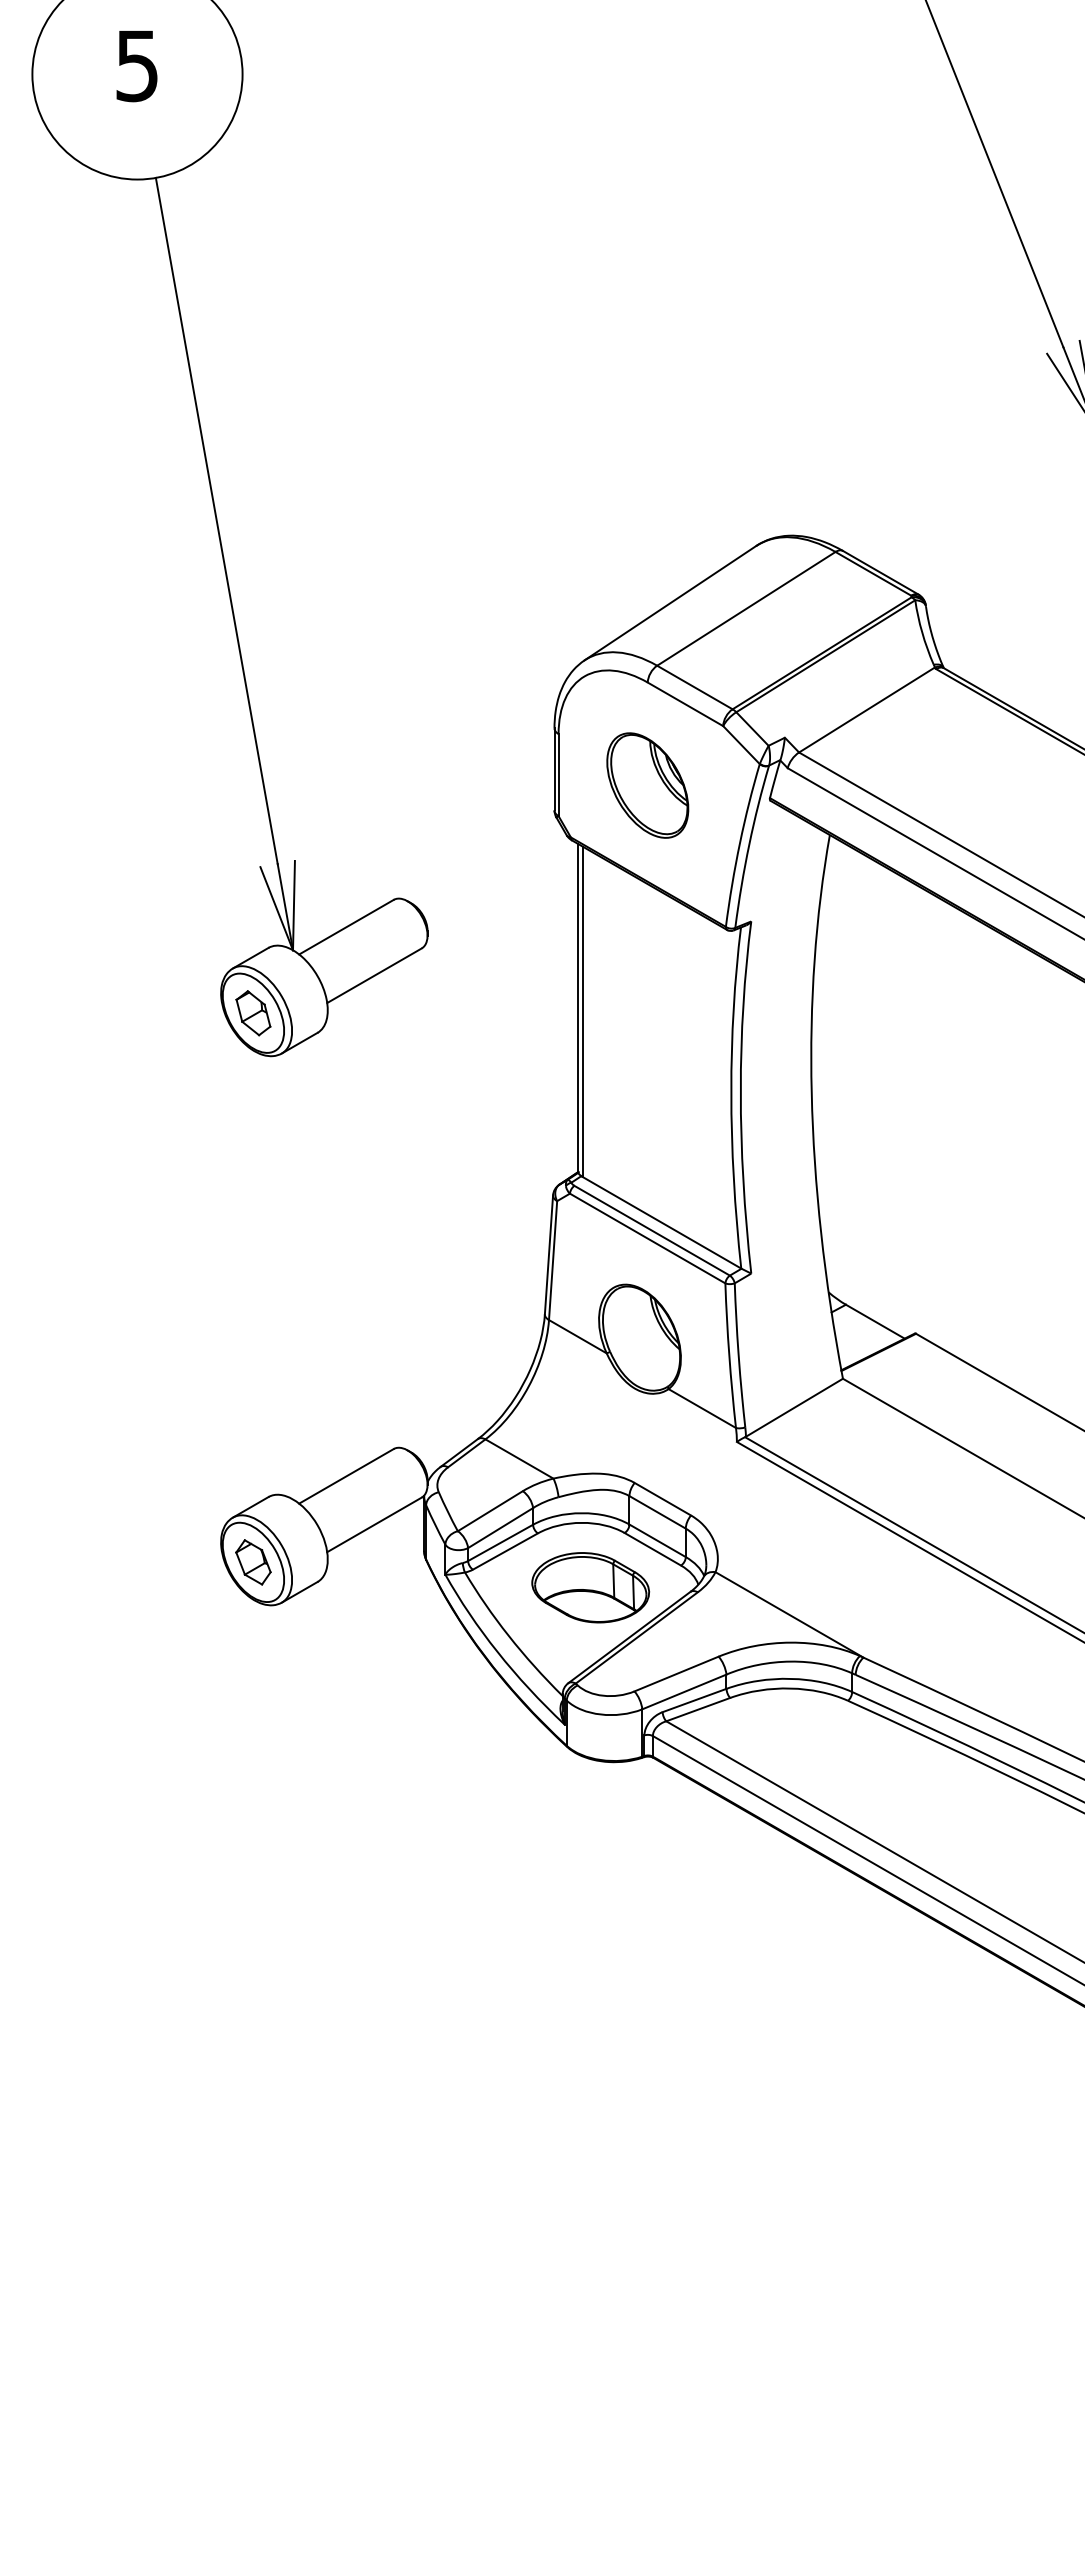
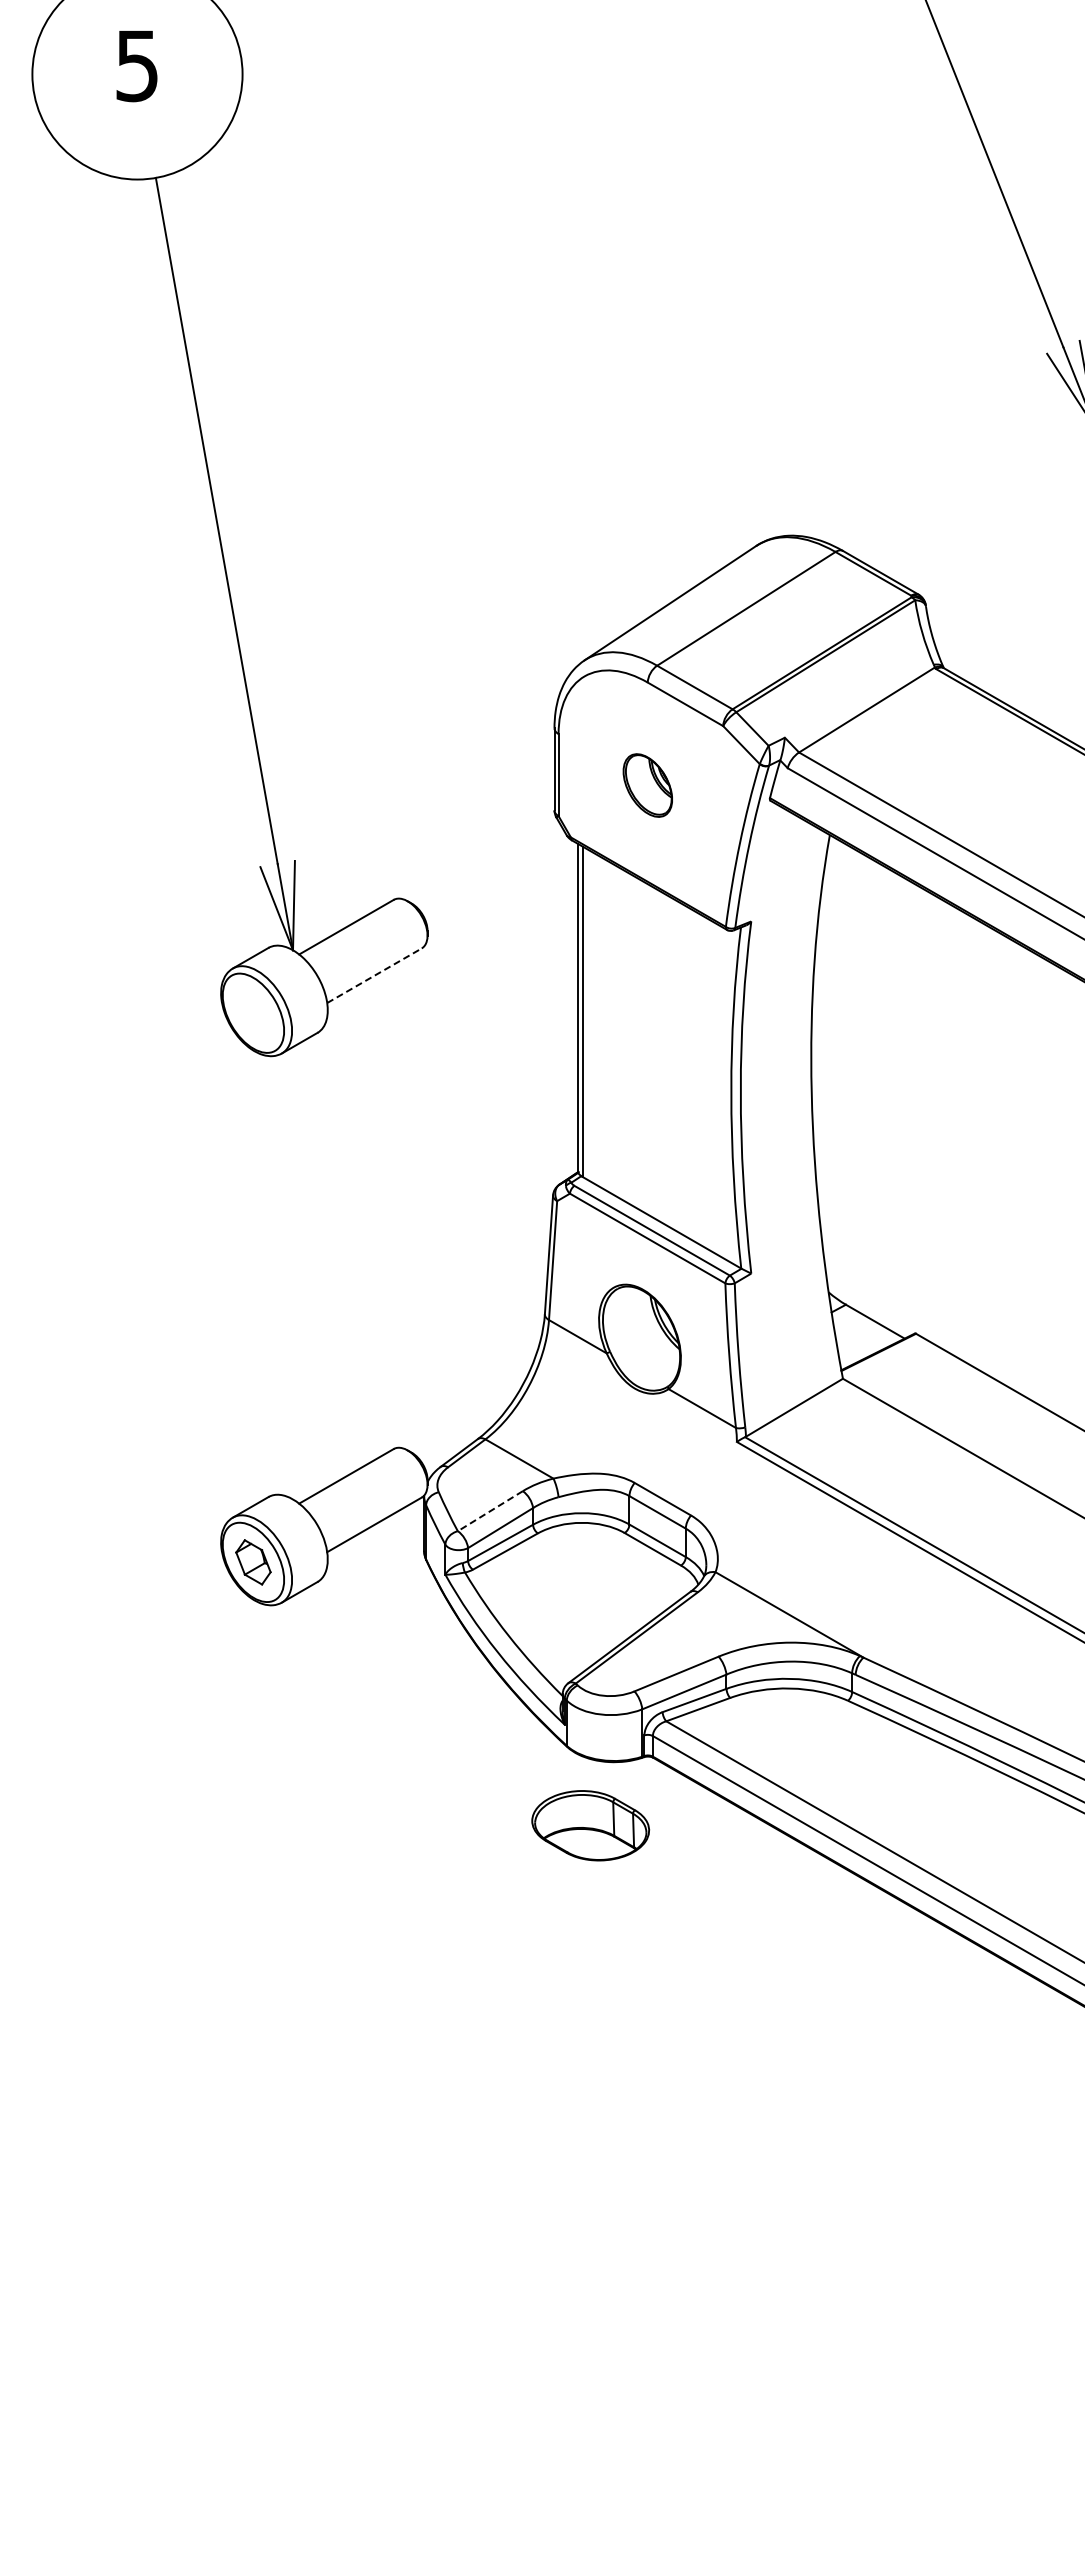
part at (647, 785) size: 84x107 px -> 51x65 px
line at (374, 975): solid -> dashed
part at (253, 1013): present -> none
line at (489, 1511): solid -> dashed
part at (590, 1587) position: (590, 1587) -> (590, 1825)
